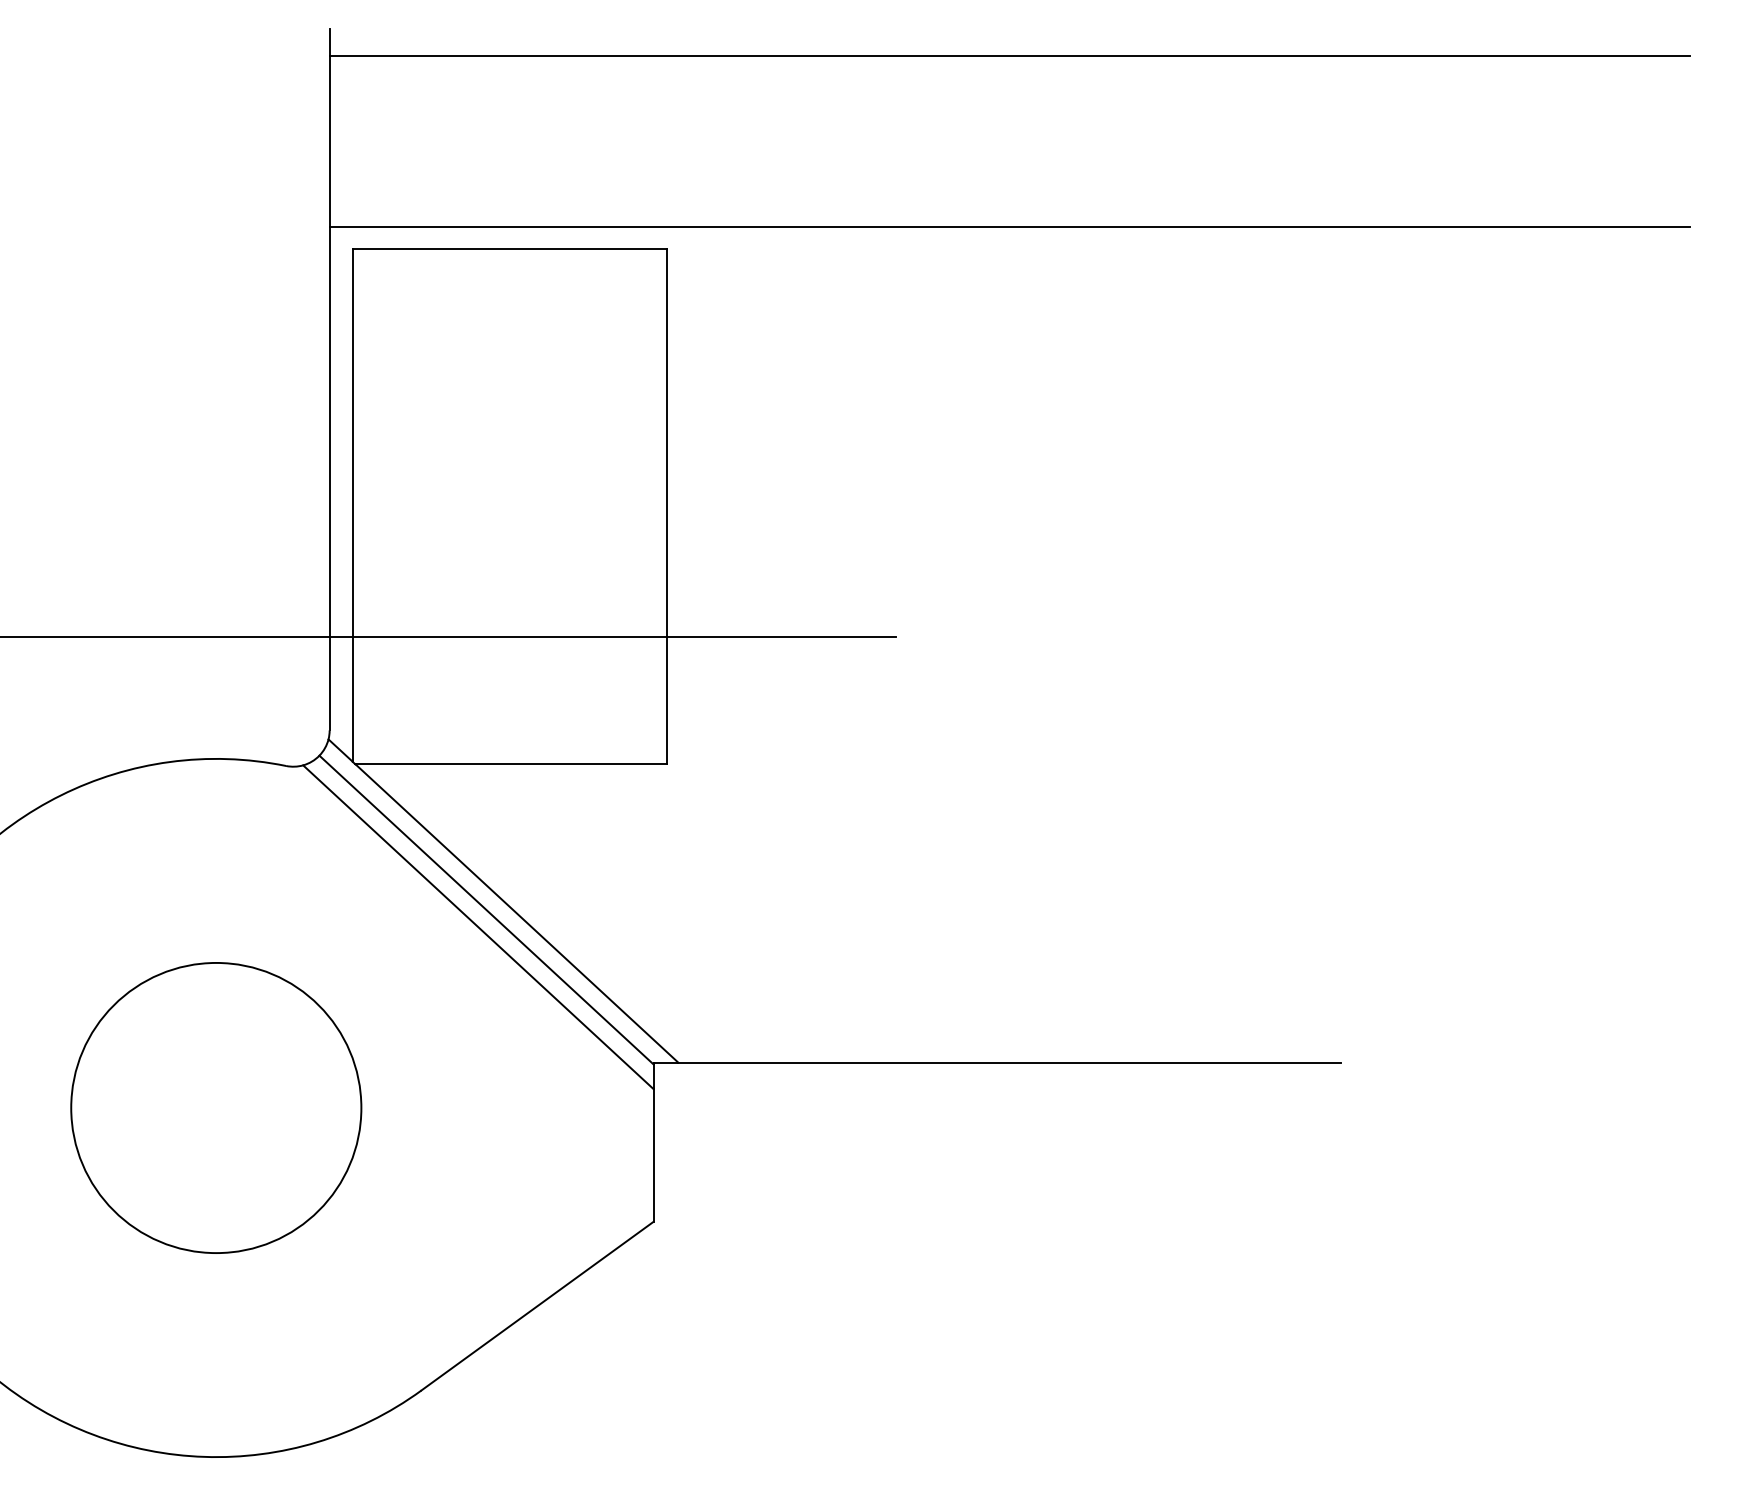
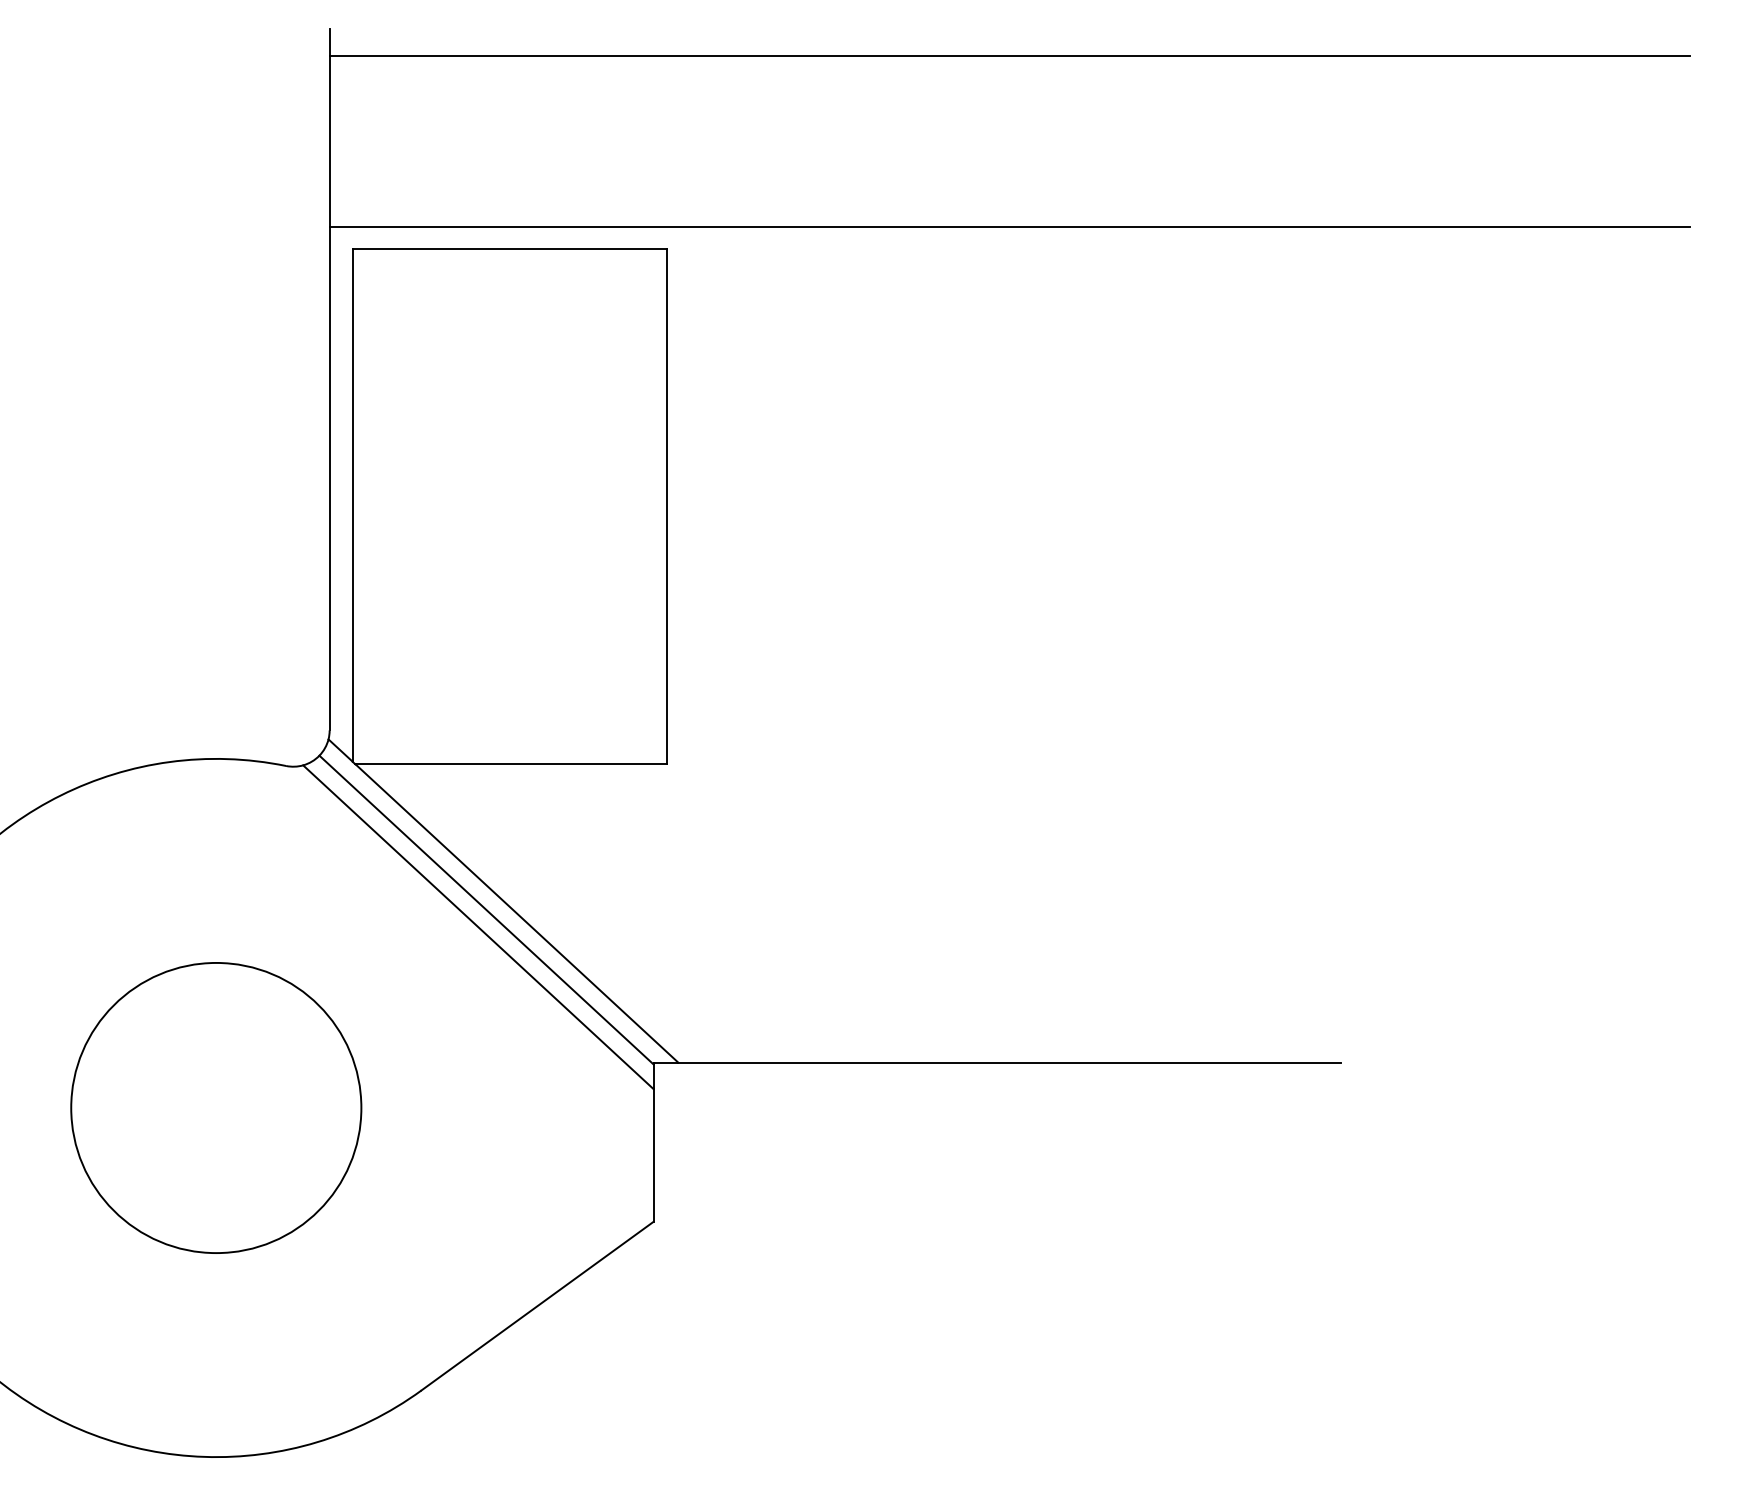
line at (449, 637): present -> none
